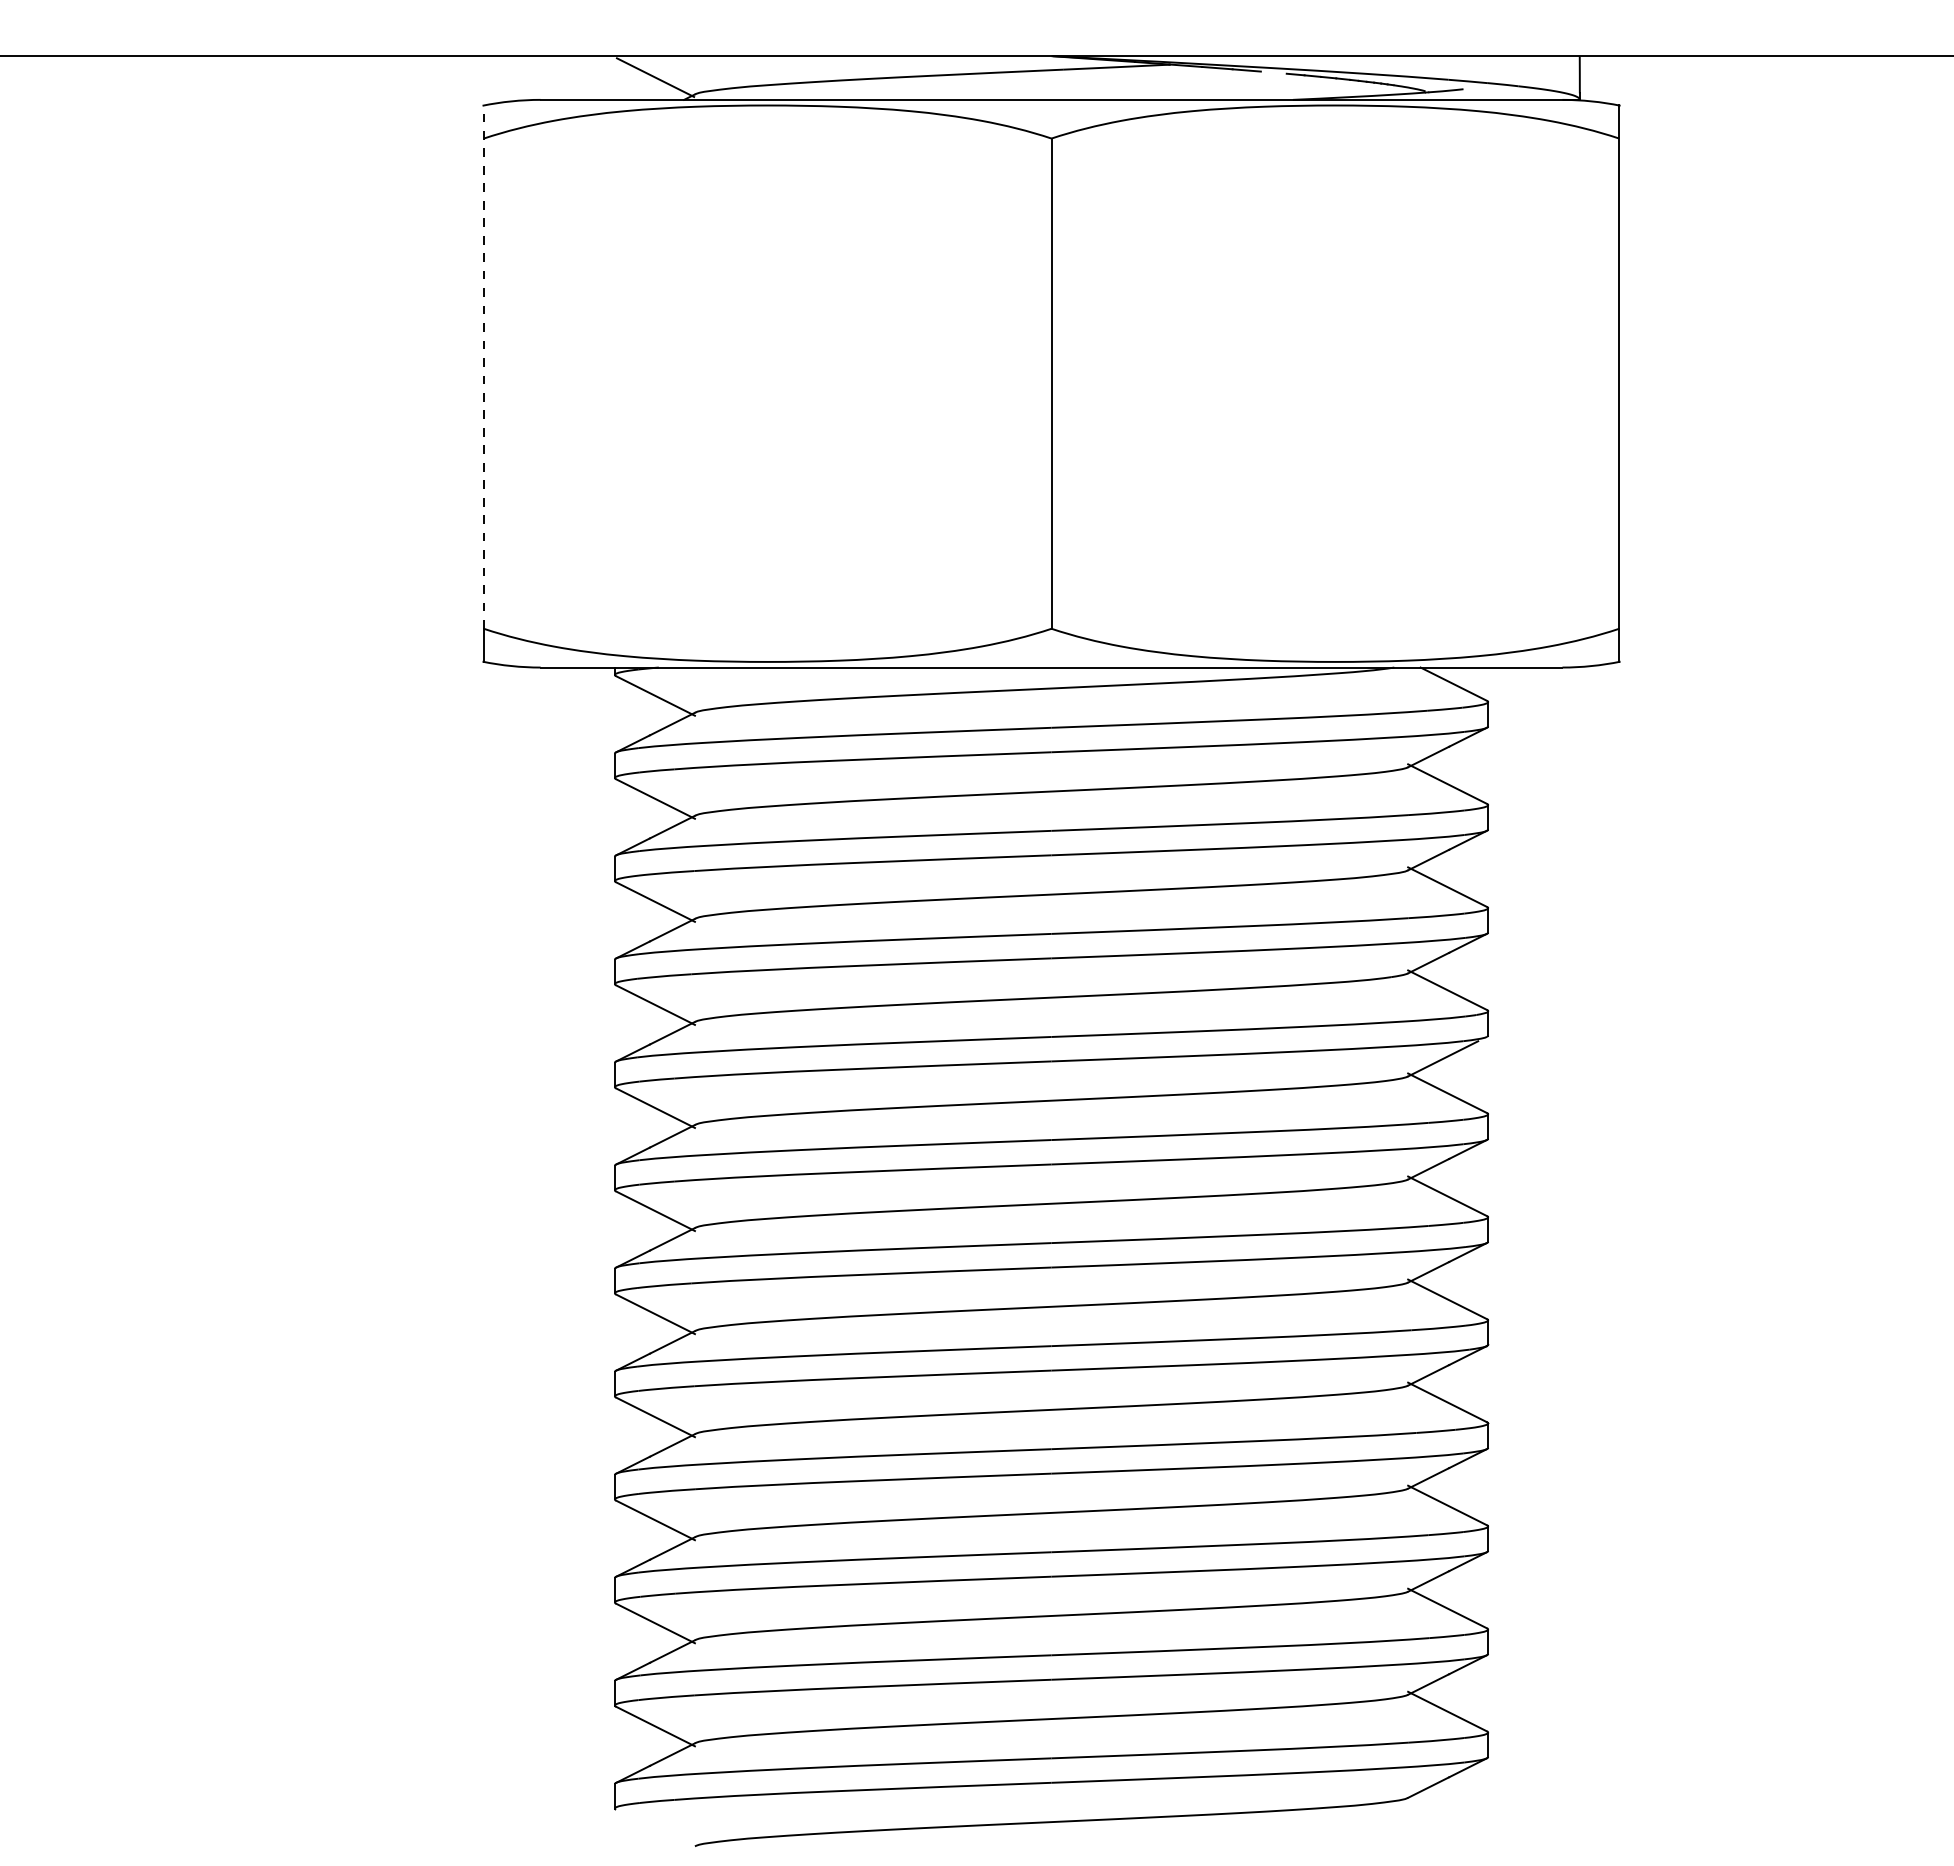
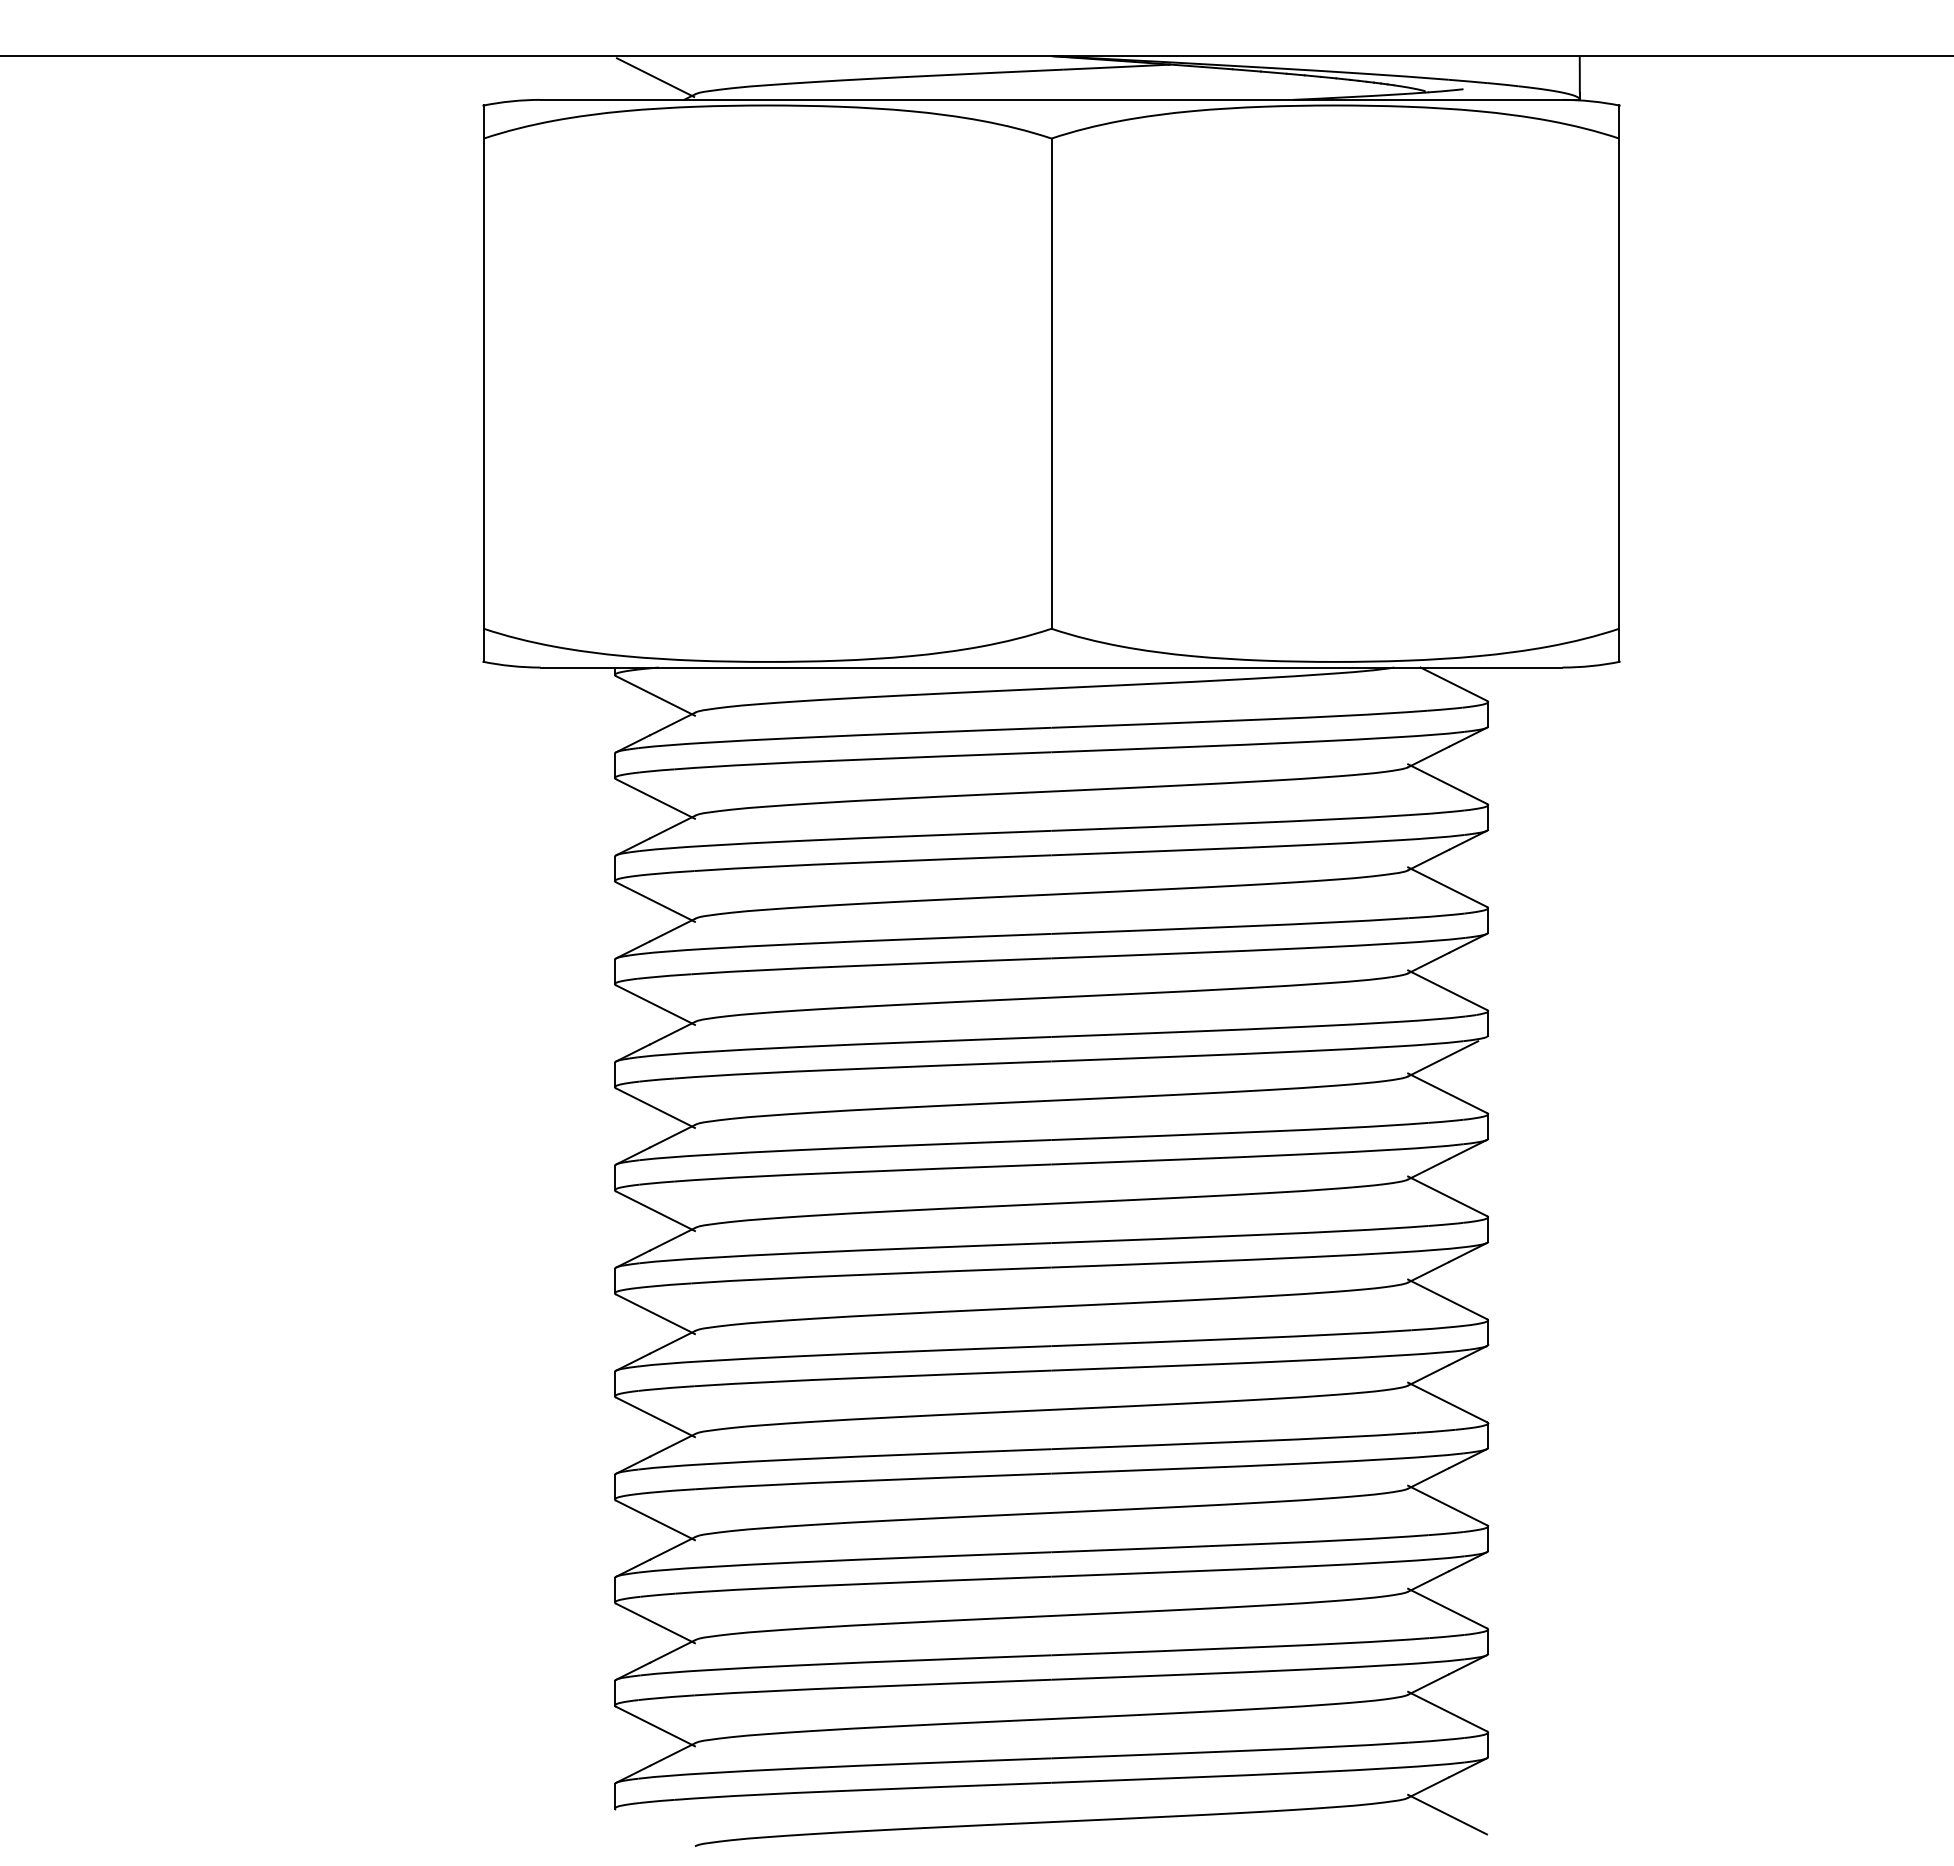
line at (1273, 72): none -> present
line at (483, 367): dashed -> solid
line at (1447, 1814): none -> present
